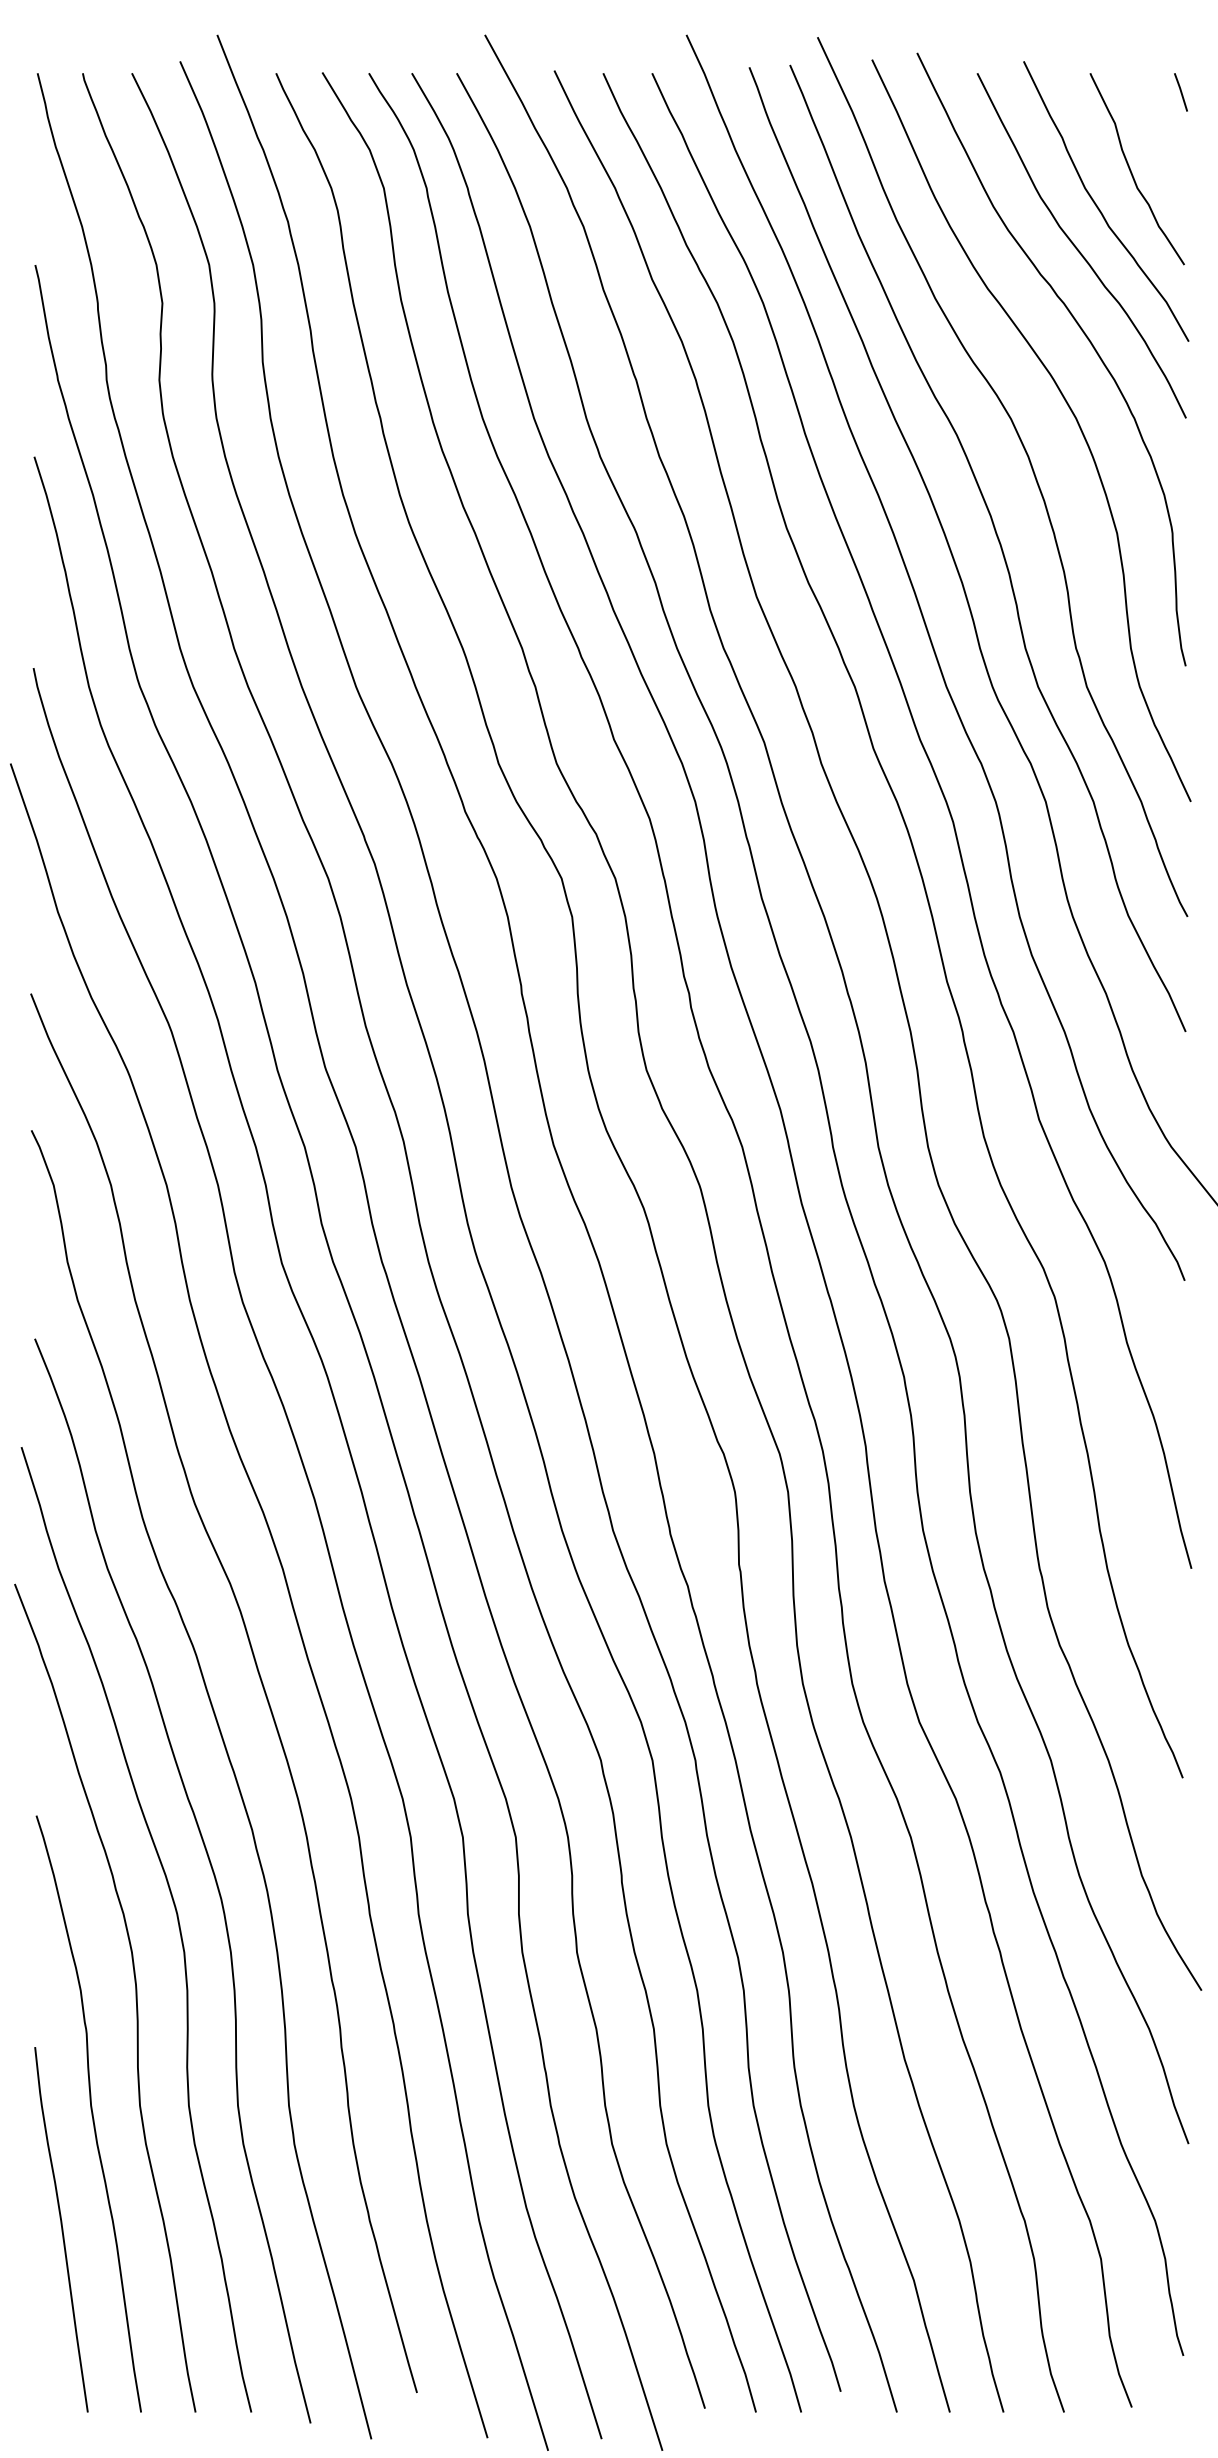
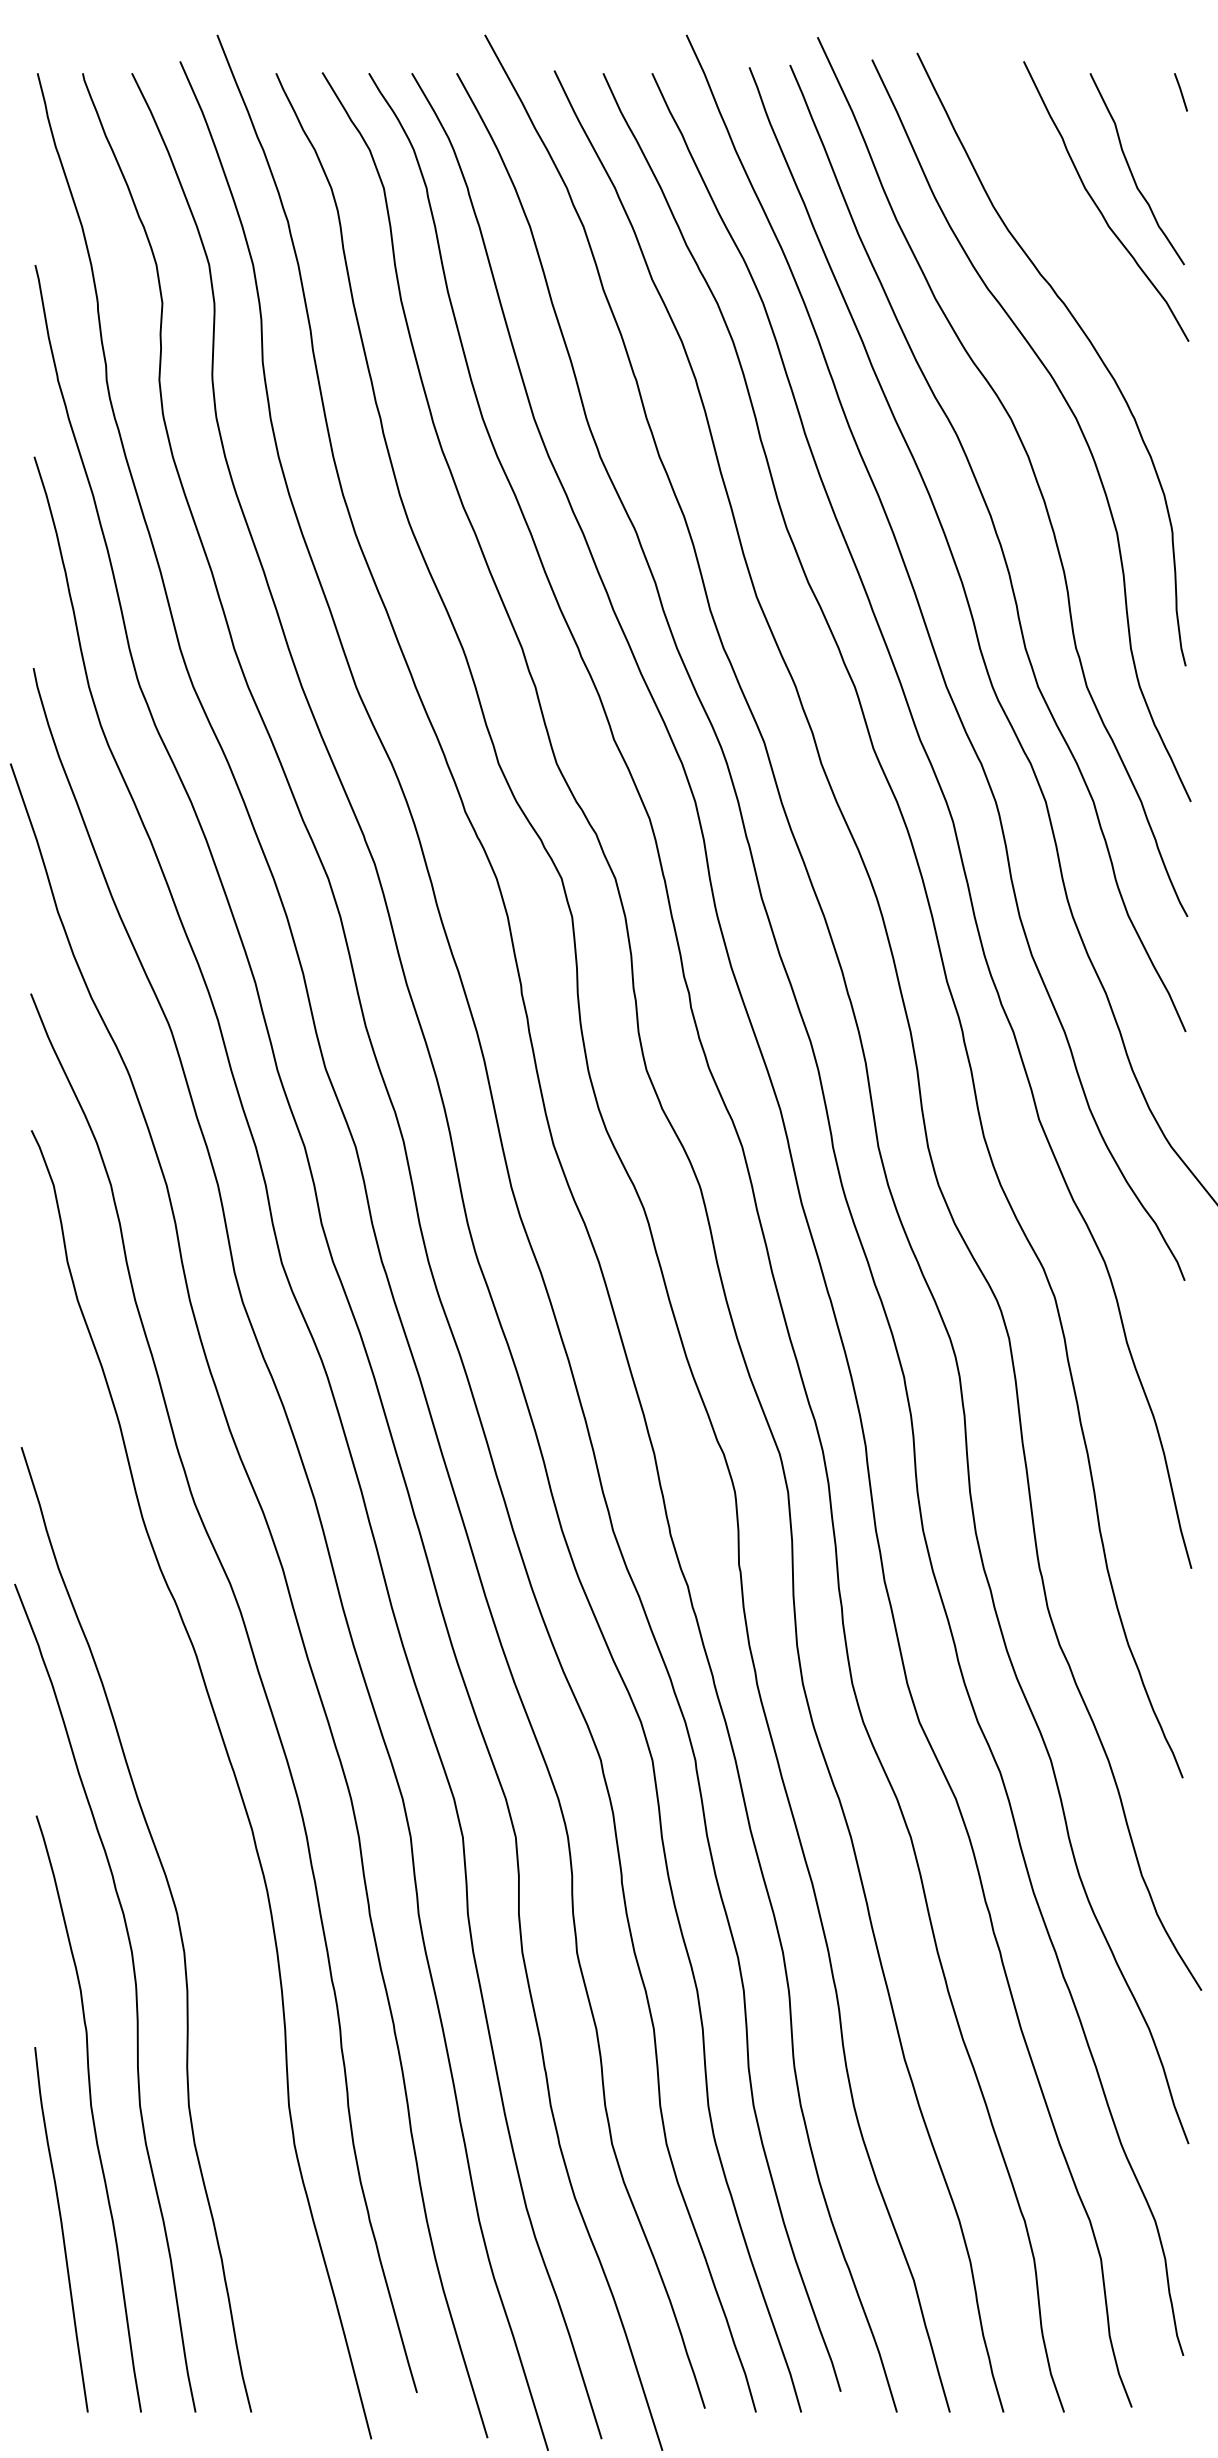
curve at (1077, 247): present -> none
curve at (210, 1866): present -> none
